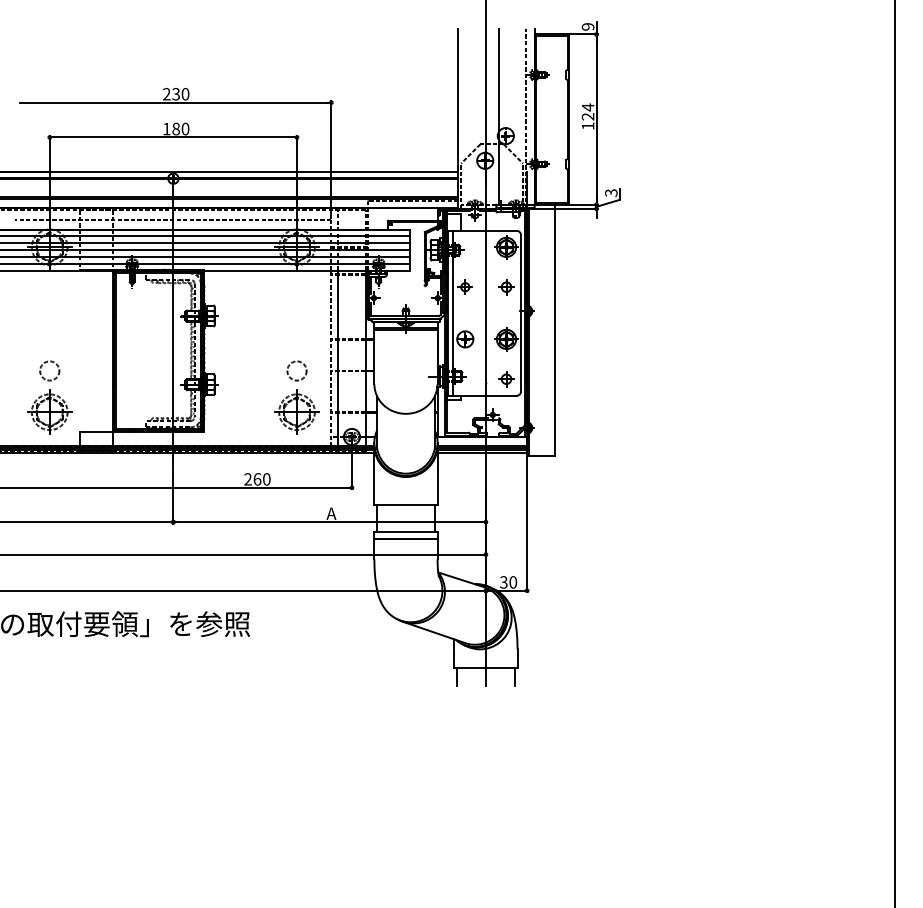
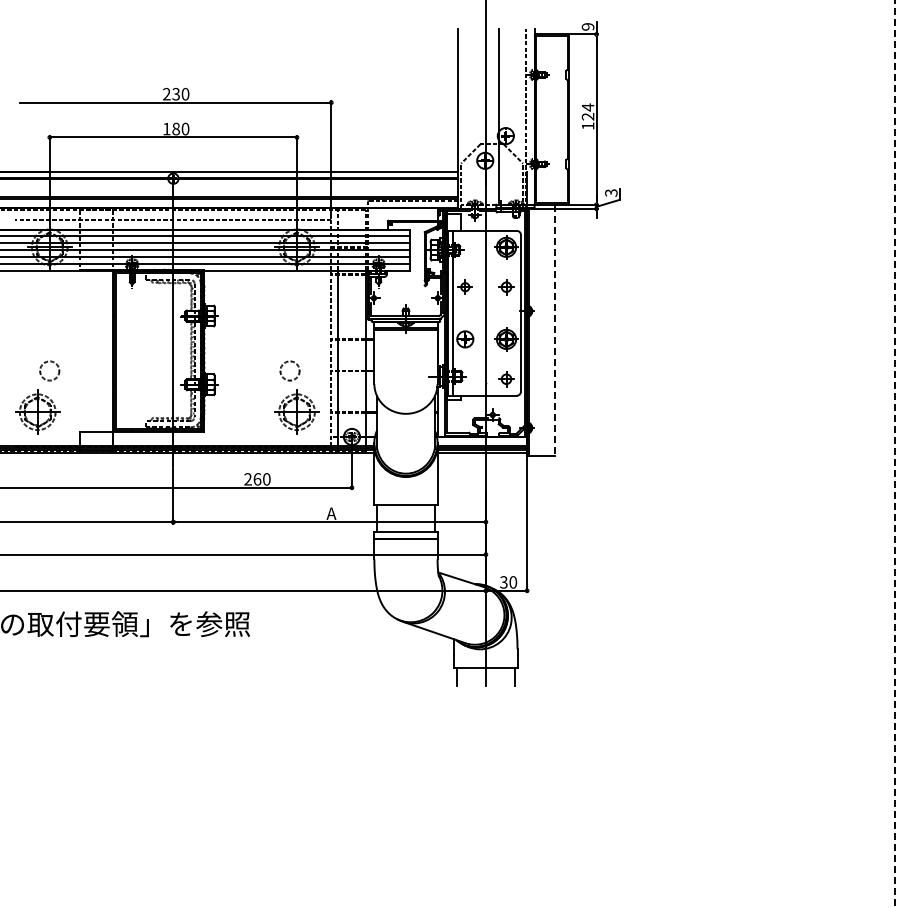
line at (554, 330): solid -> dashed
circle at (296, 370) position: (296, 370) -> (289, 370)
part at (49, 411) position: (49, 411) -> (37, 411)
line at (895, 454): solid -> dashed
